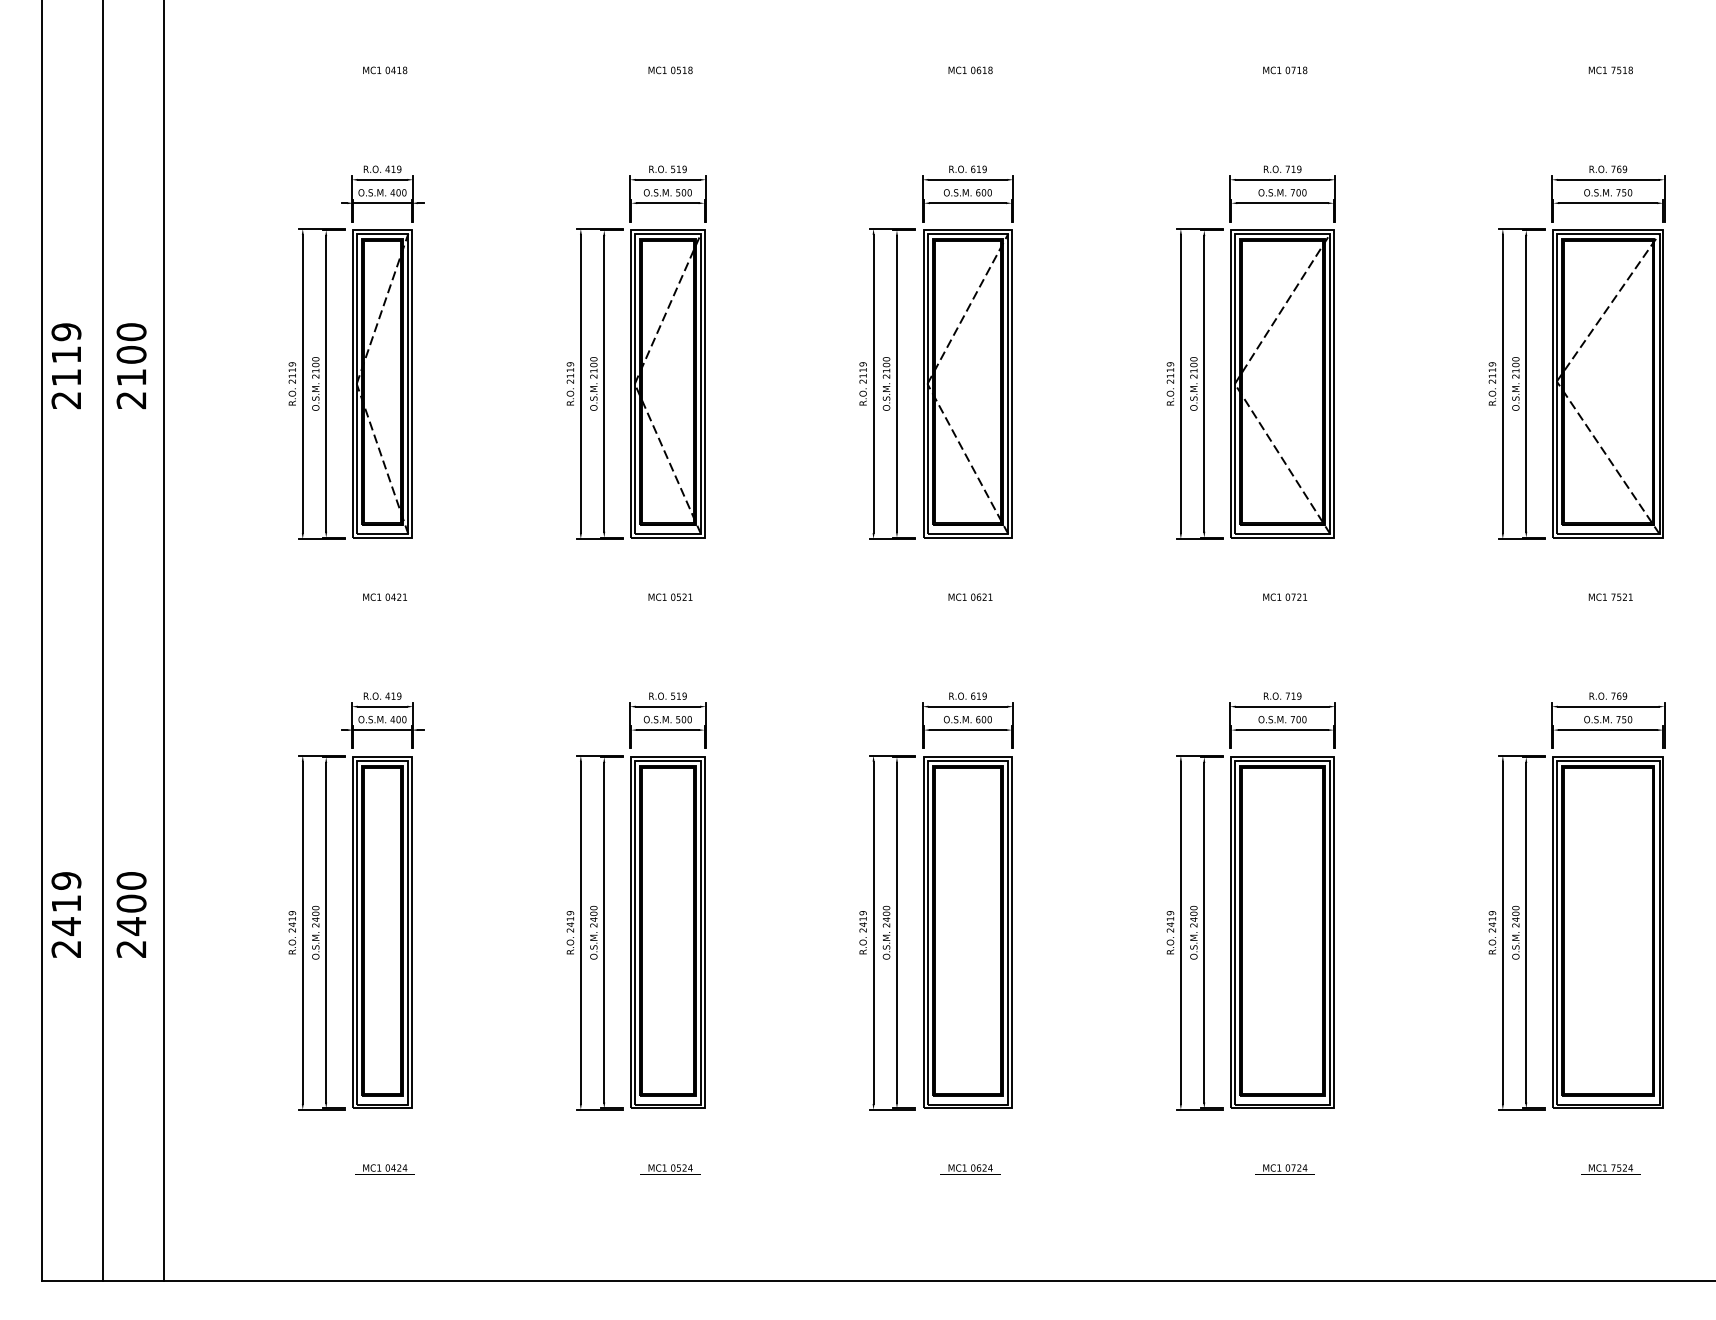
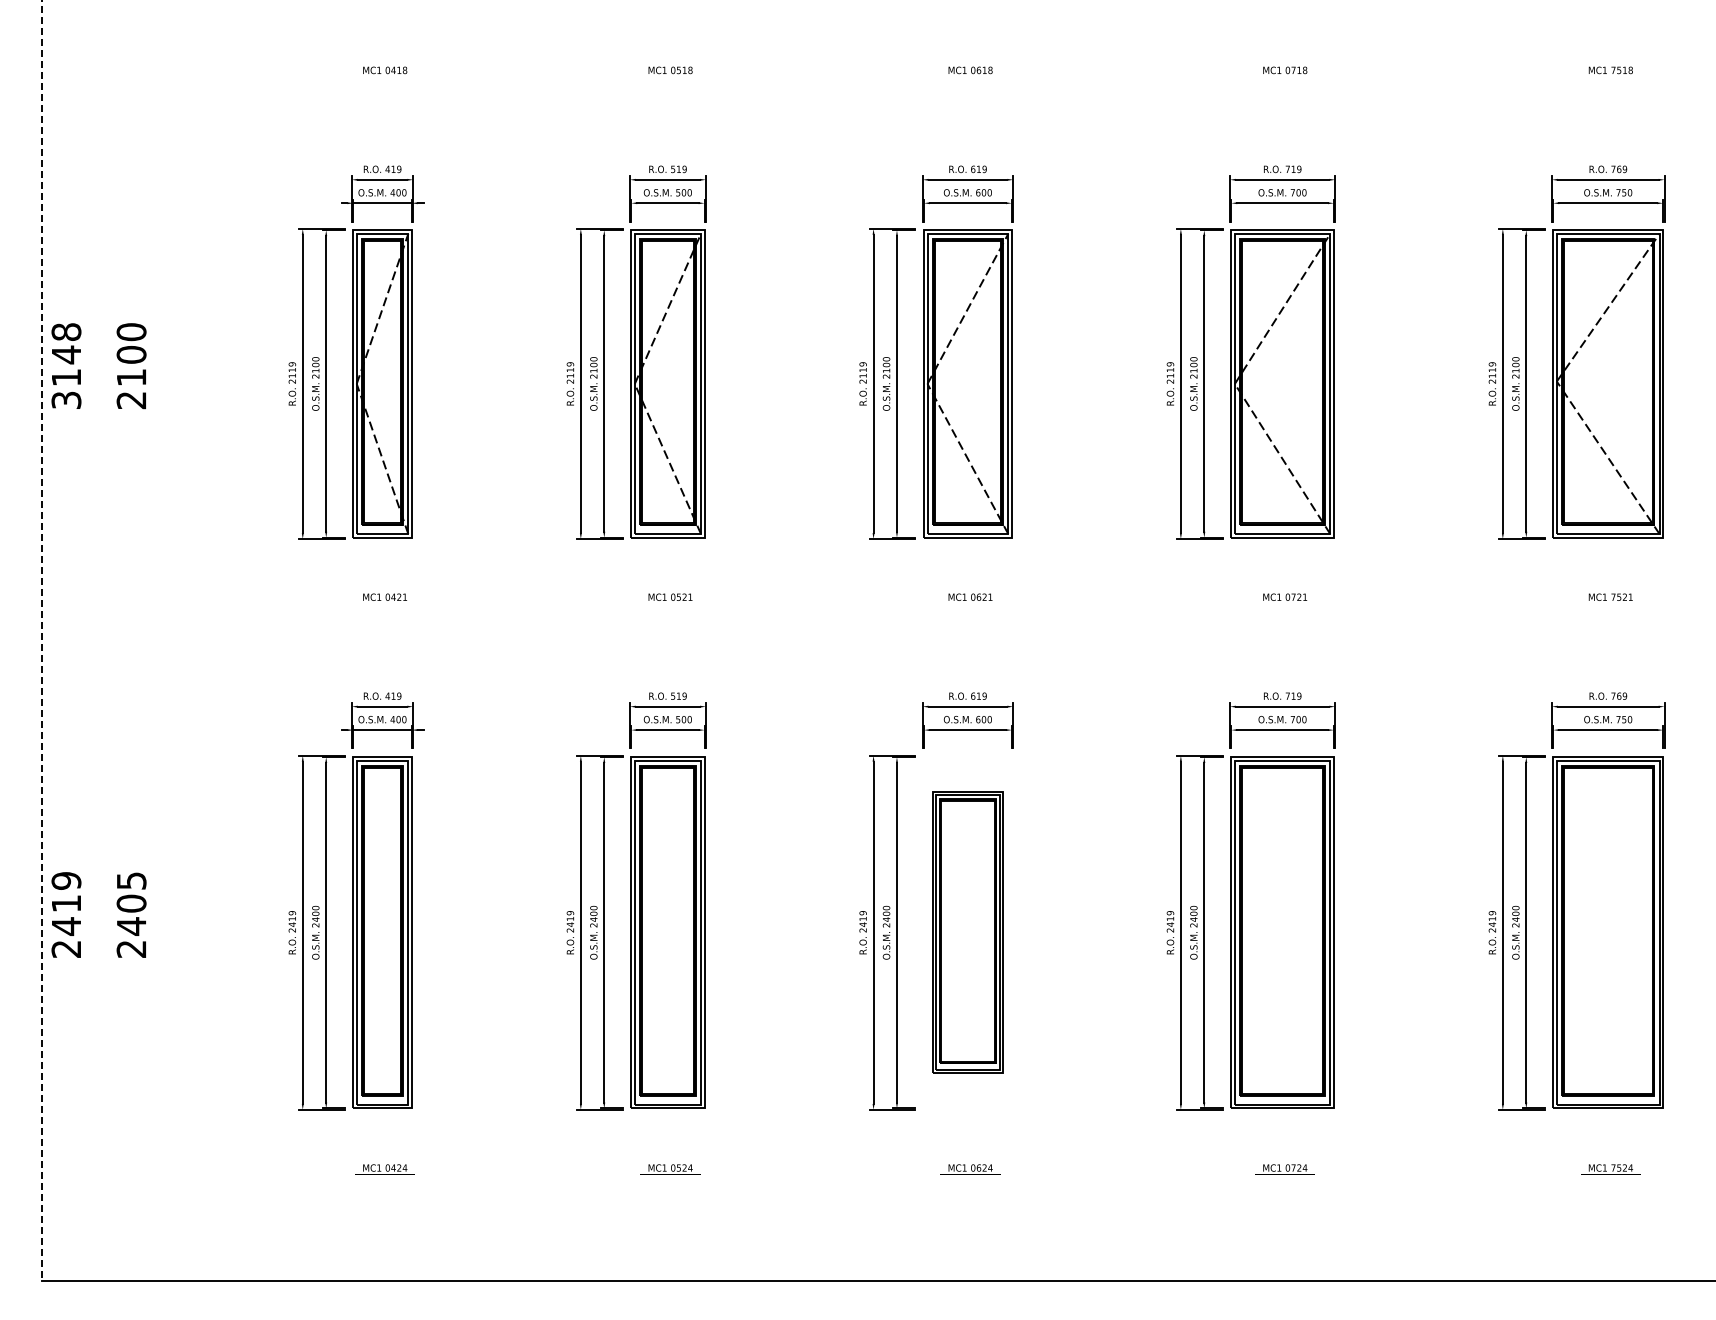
text at (66, 366): 2119 -> 3148
line at (41, 640): solid -> dashed
line at (103, 641): present -> none
line at (164, 641): present -> none
text at (131, 880): 2400 -> 2405
part at (967, 932) size: 90x353 px -> 72x283 px
